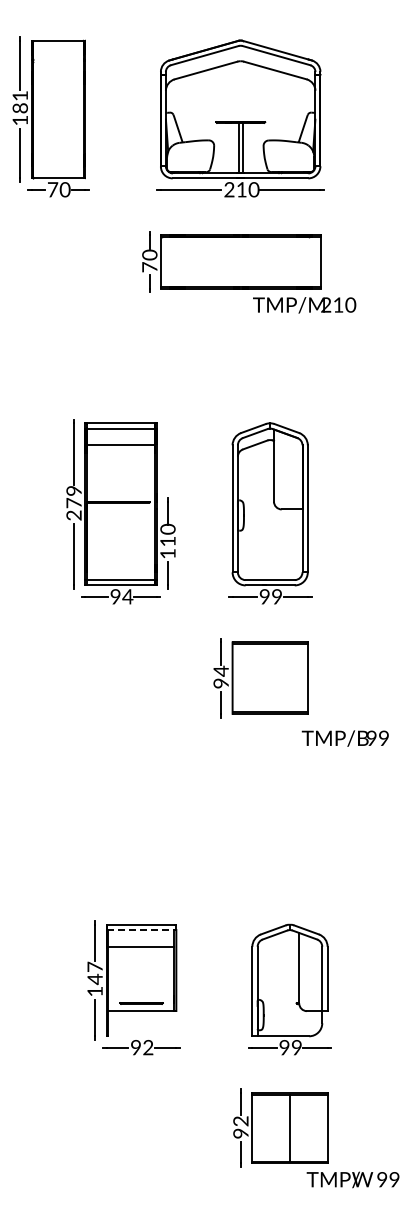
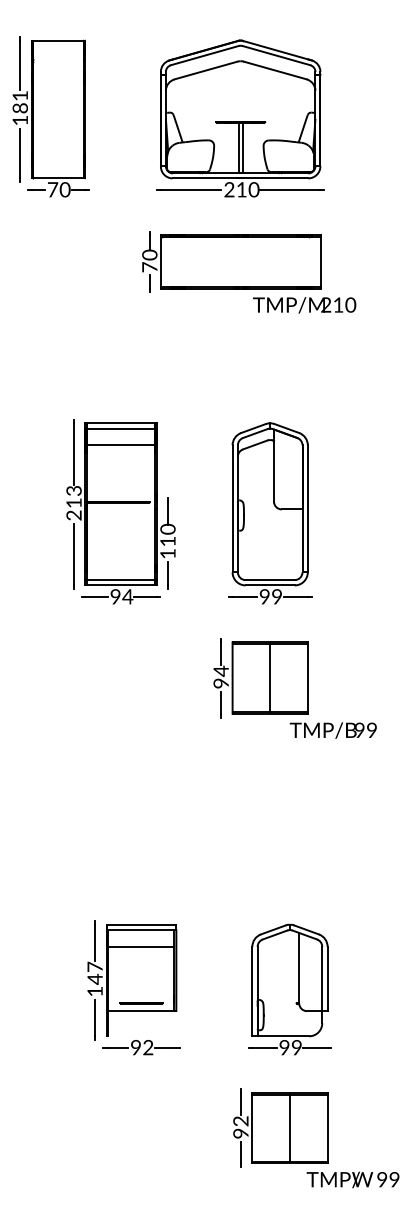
text at (73, 497): 279 -> 213
line at (270, 677): none -> present
text at (344, 738) position: (344, 738) -> (332, 730)
line at (141, 930): dashed -> solid
